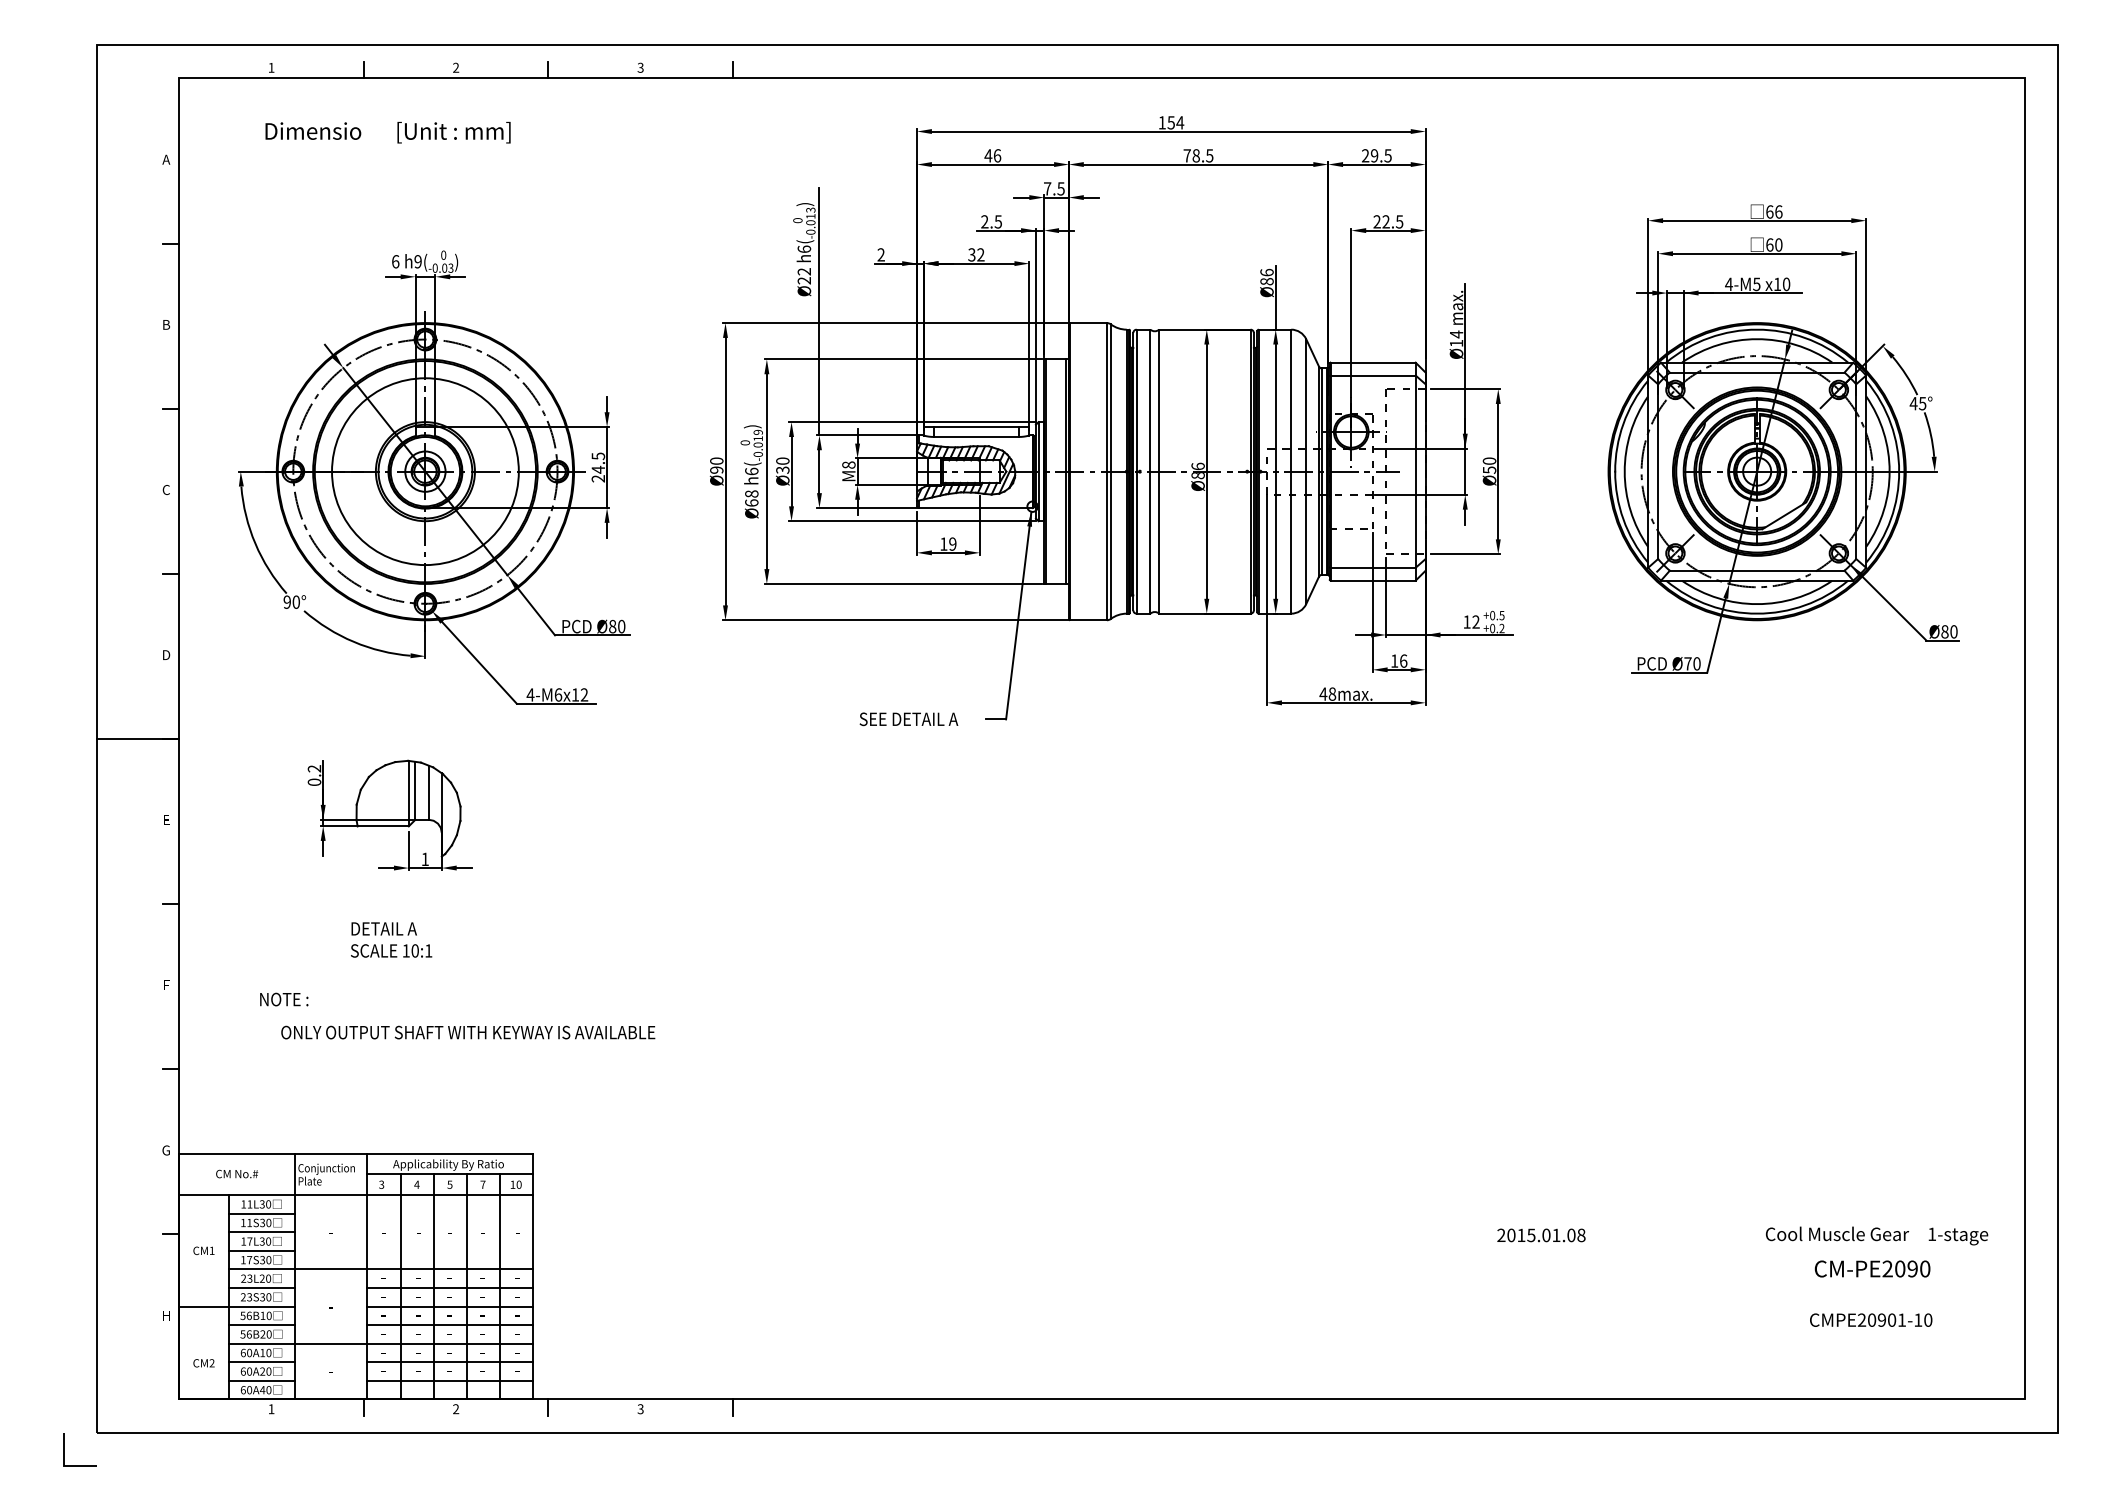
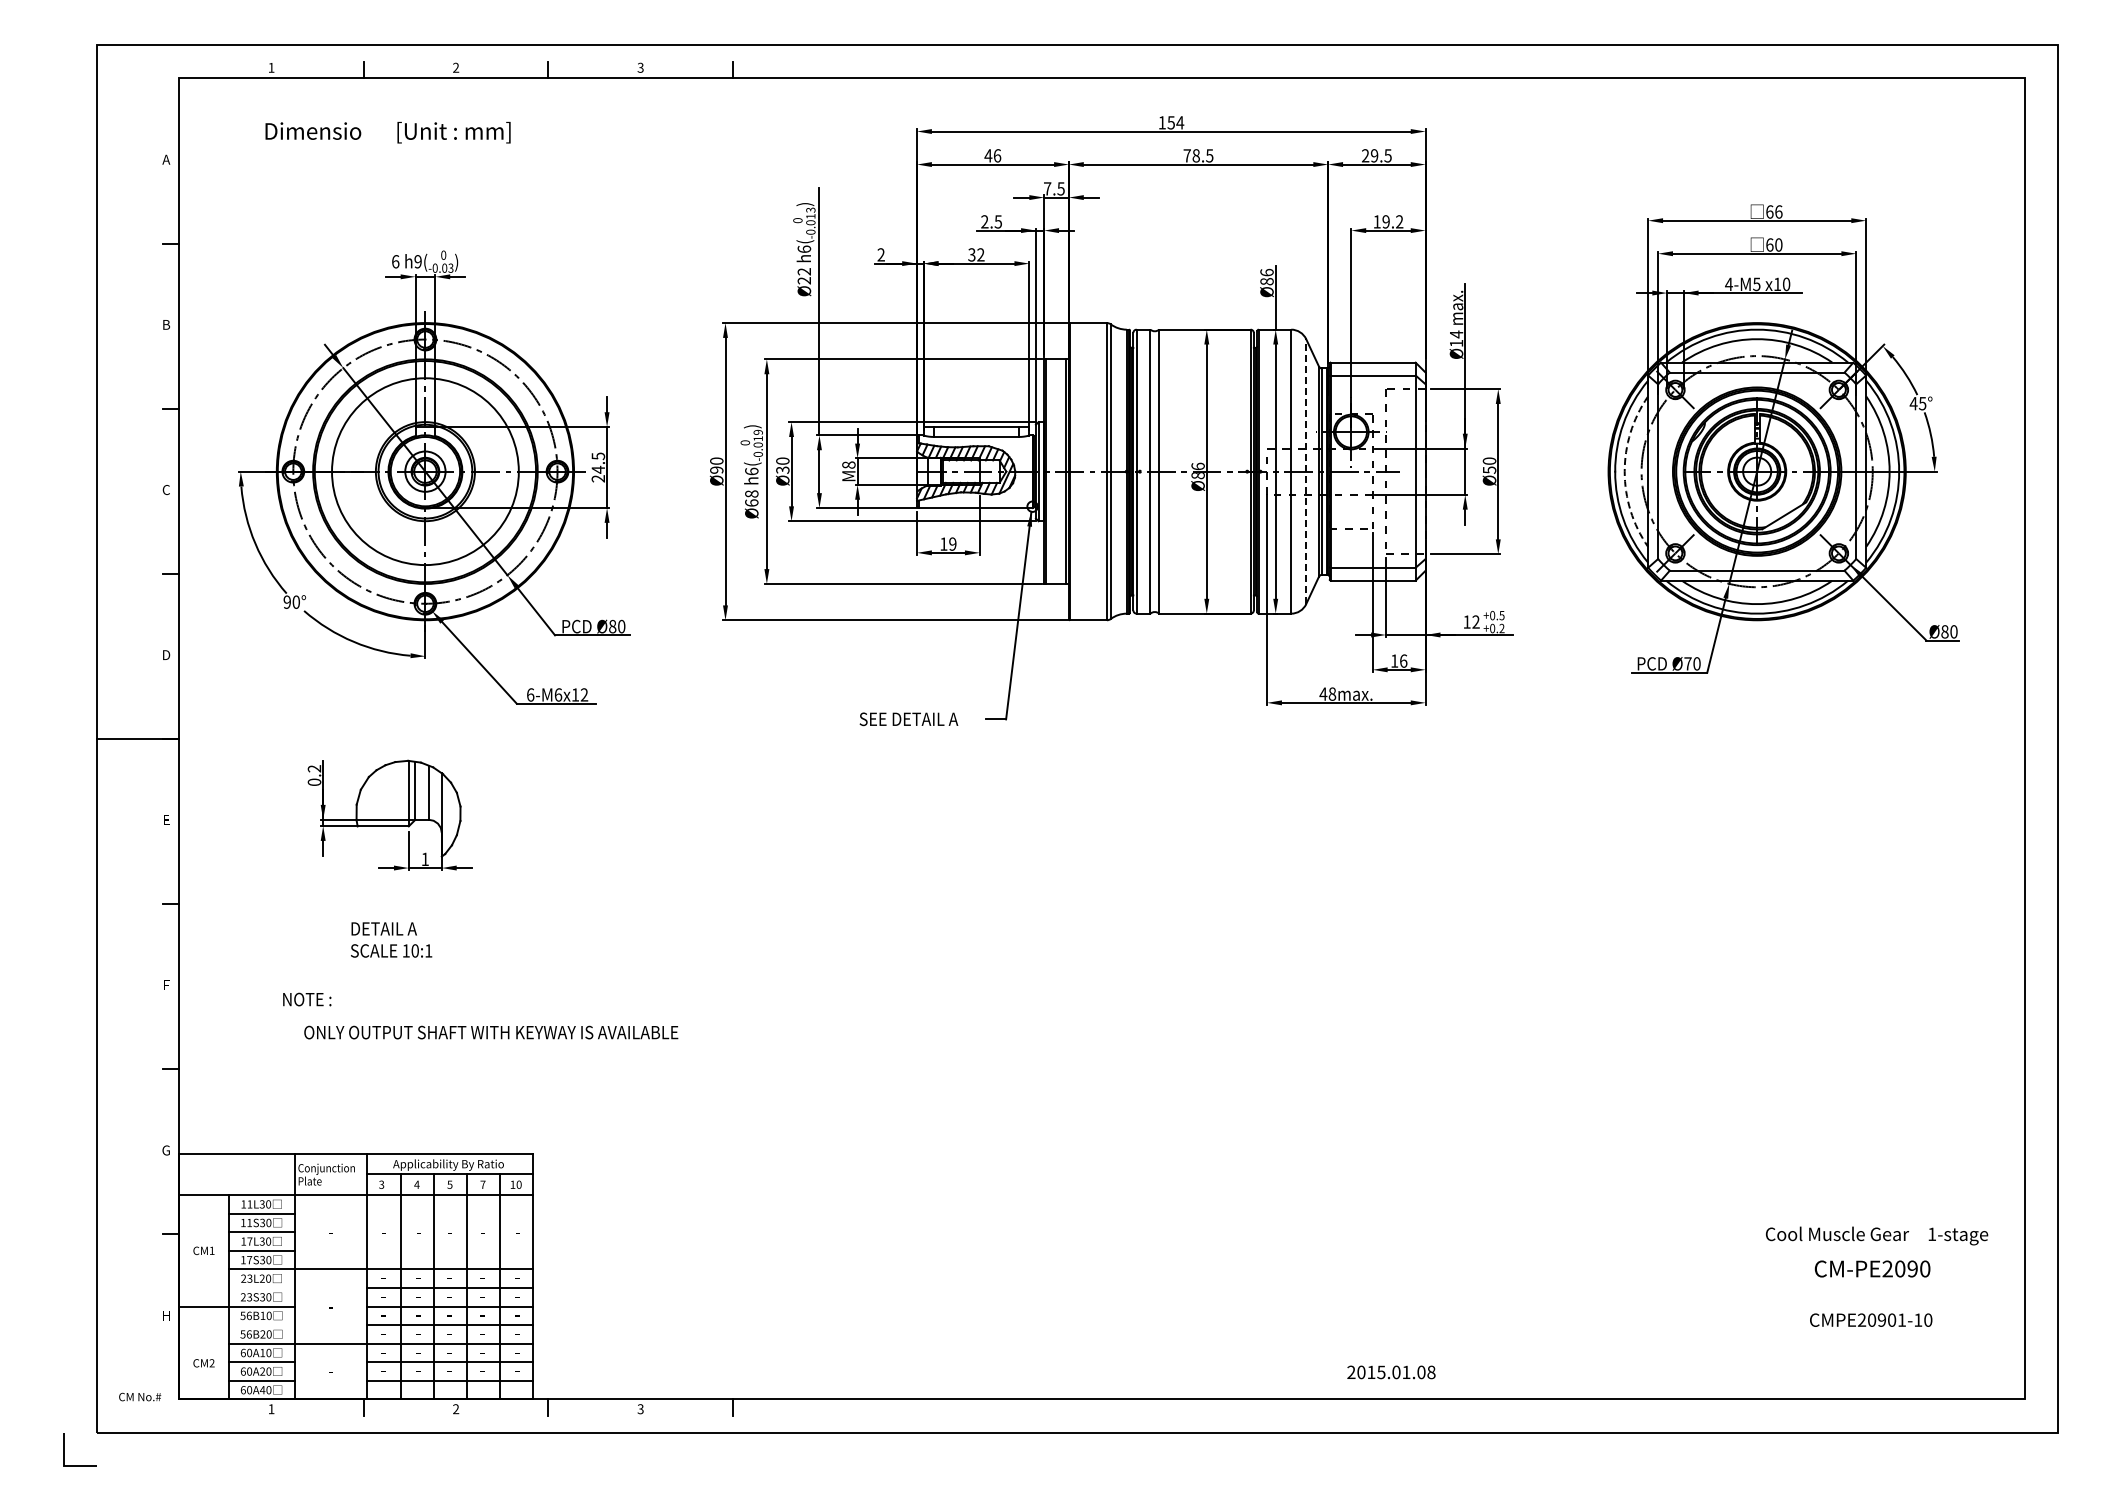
text at (1388, 221): 22.5 -> 19.2
line at (1306, 471): solid -> dashed
arc at (1624, 471): solid -> dashed
text at (530, 694): 4-M6x12 -> 6-M6x12
text at (457, 1015) position: (457, 1015) -> (480, 1015)
text at (237, 1173) position: (237, 1173) -> (140, 1396)
text at (1541, 1235) position: (1541, 1235) -> (1391, 1372)
line at (261, 1288): present -> none
line at (261, 1325): present -> none
